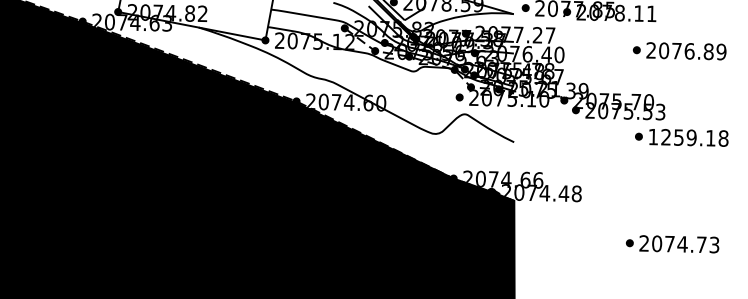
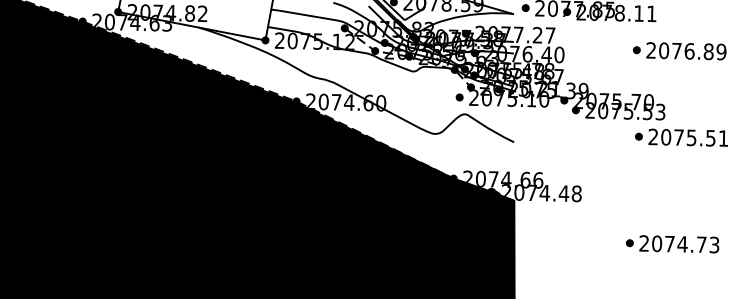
text at (688, 137): 1259.18 -> 2075.51
